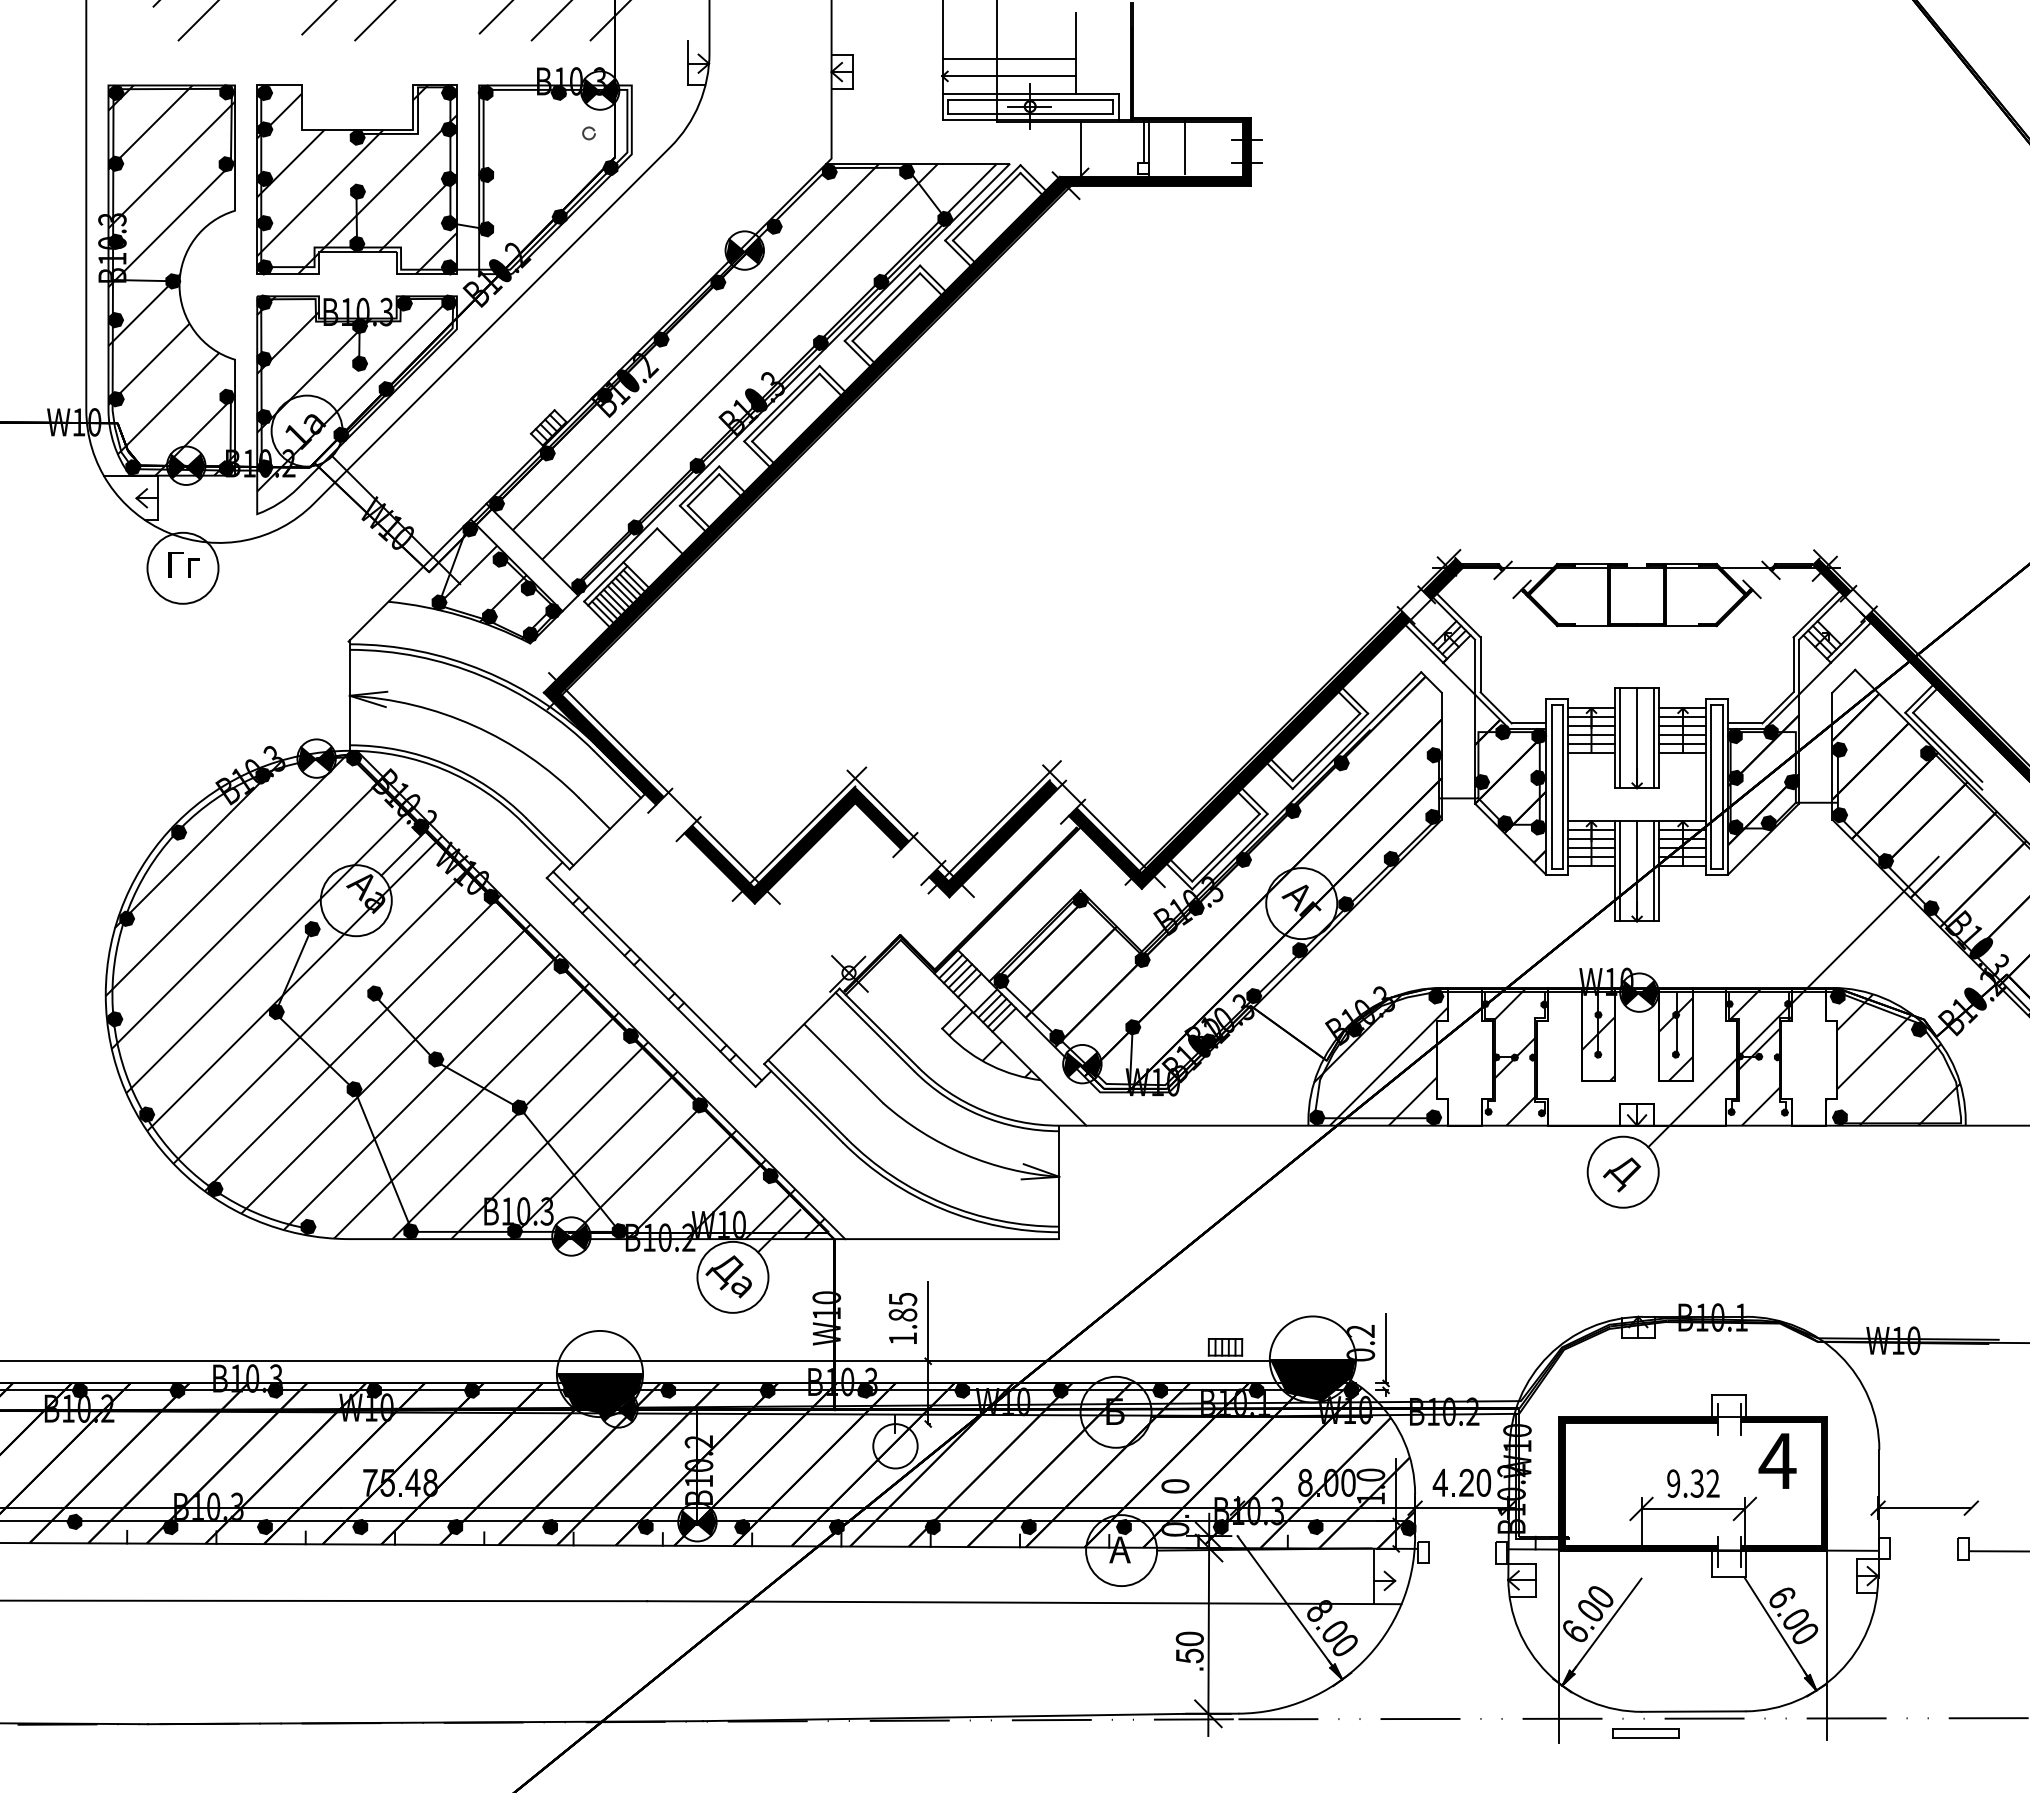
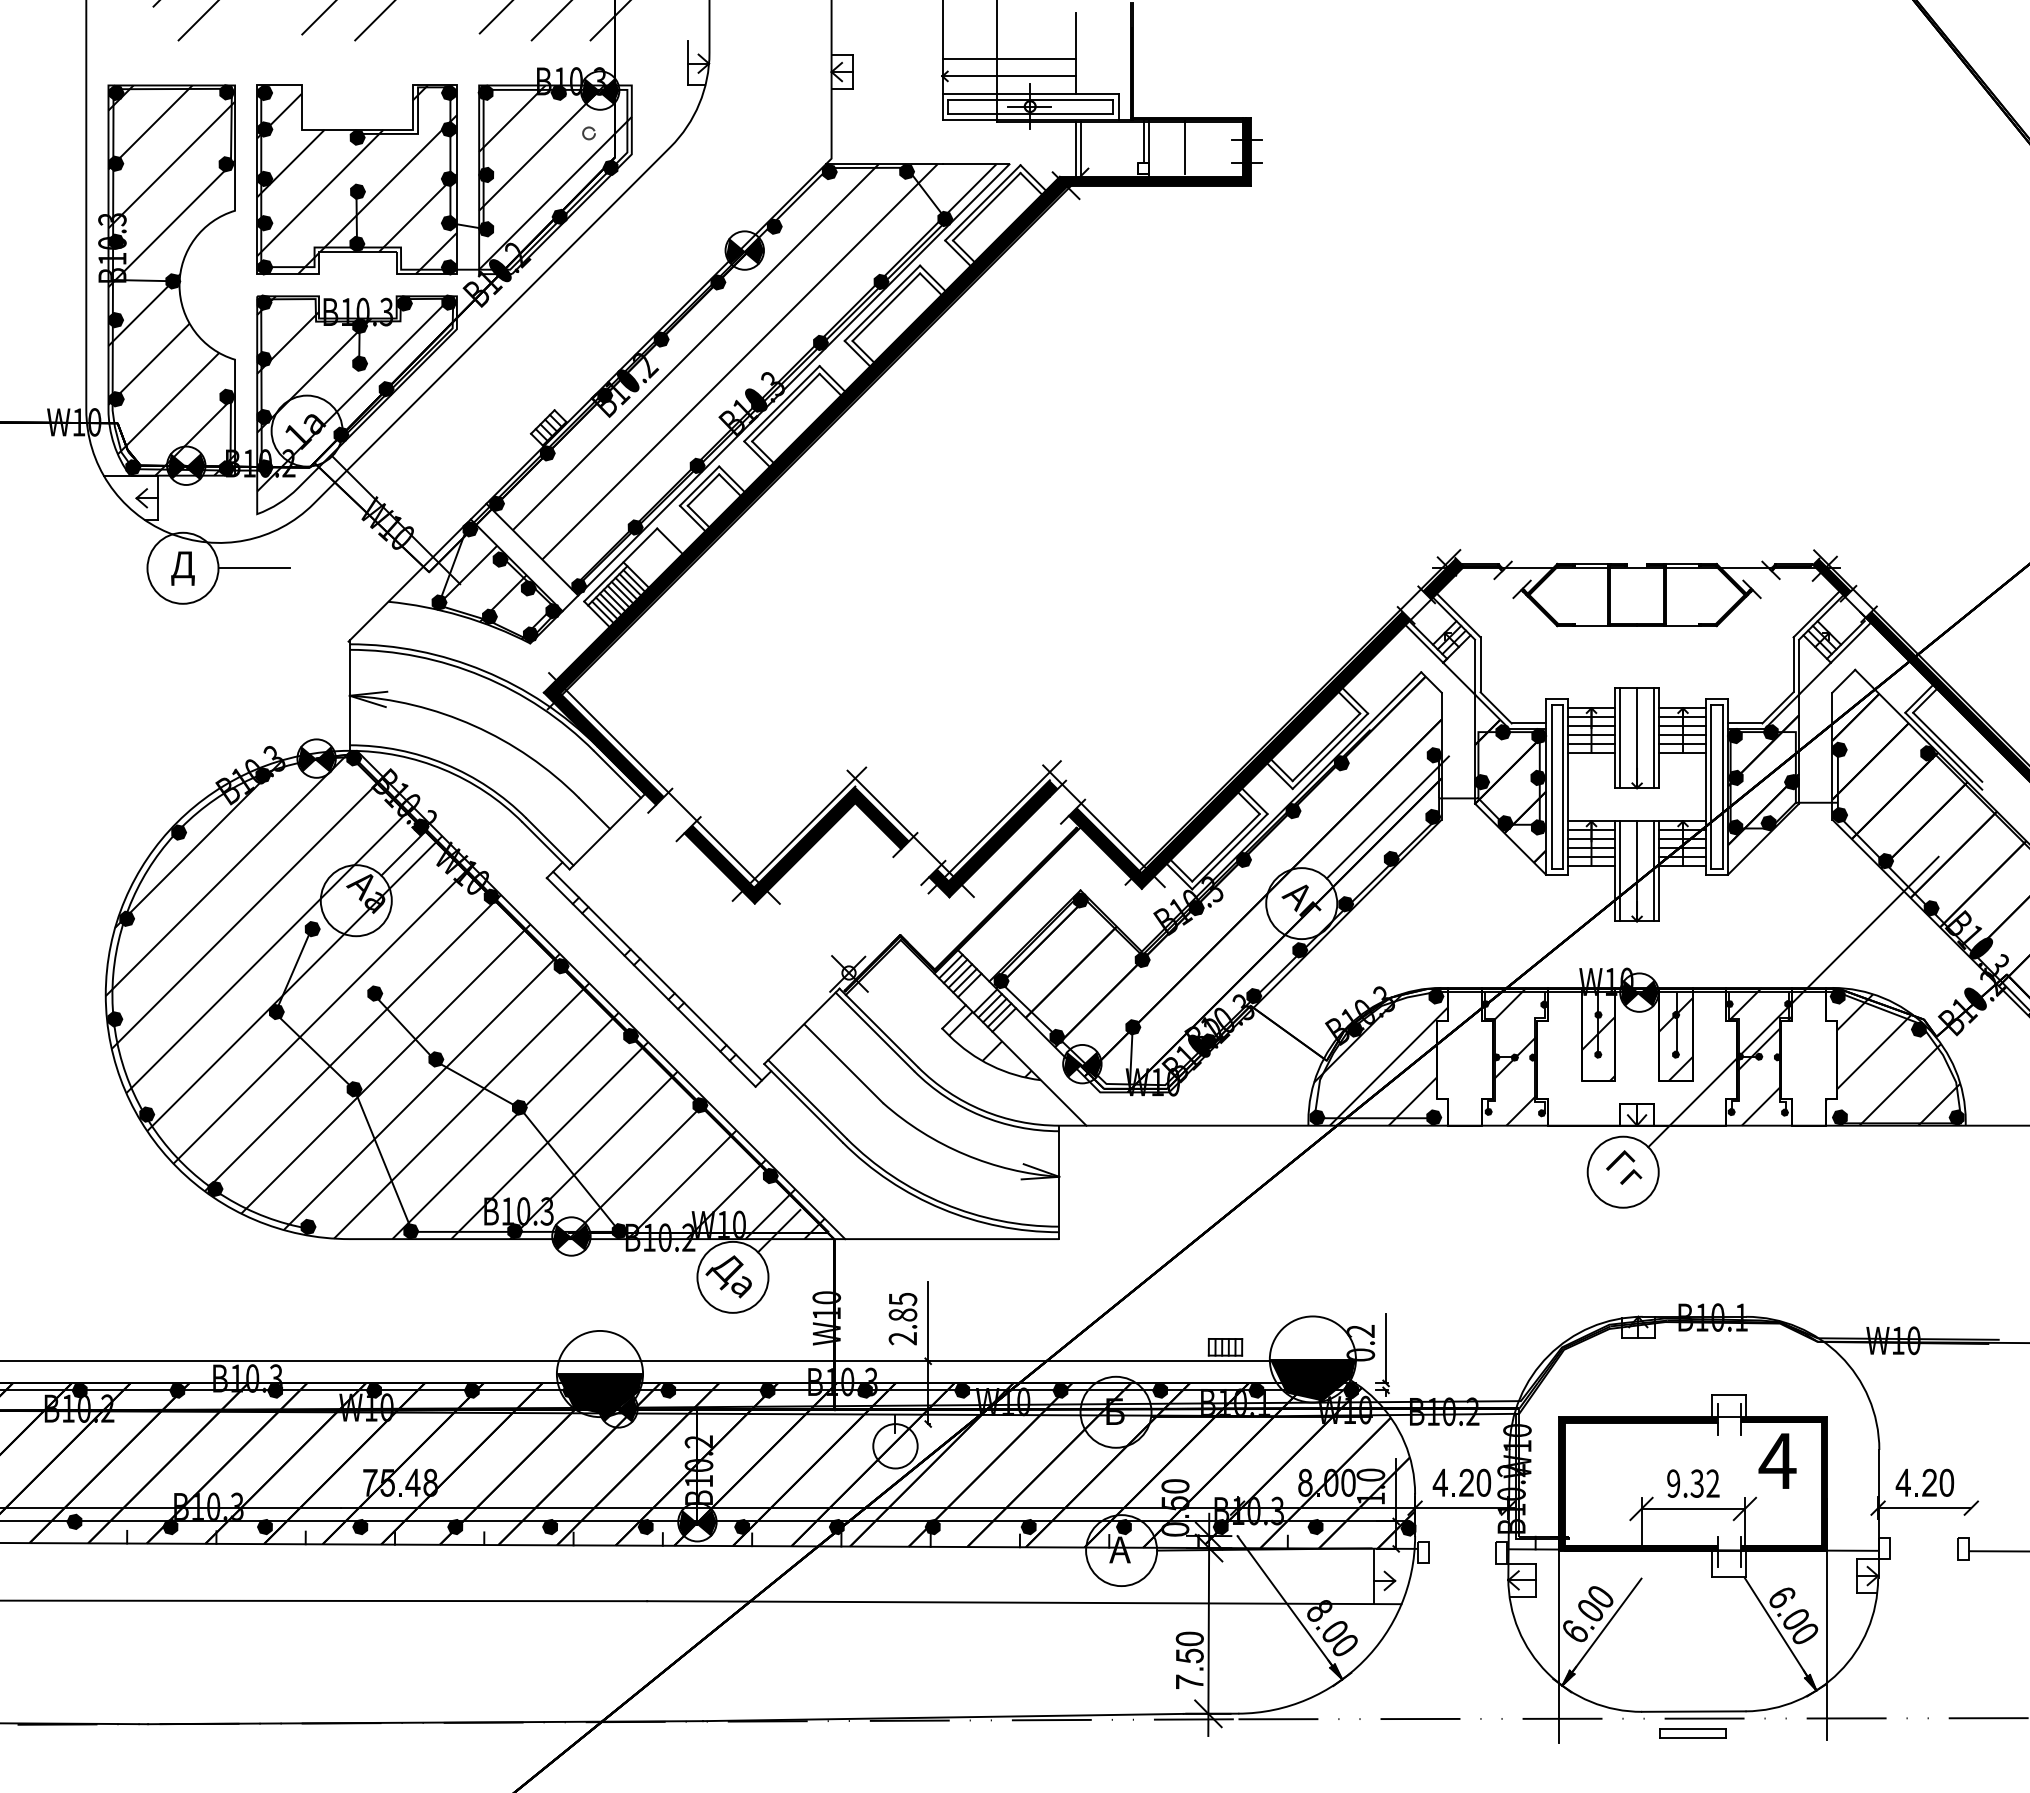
line at (1075, 149): none -> present
hatch at (555, 177): none -> present
text at (183, 568): Гг -> Д
line at (253, 568): none -> present
line at (1387, 817): none -> present
fill at (1956, 1117): none -> present
text at (1622, 1171): Д -> Гг
text at (902, 1338): 1.85 -> 2.85
part at (1924, 1482): none -> present
fill at (1175, 1503): none -> present
fill at (1189, 1681): none -> present
part at (1645, 1733) position: (1645, 1733) -> (1692, 1733)
